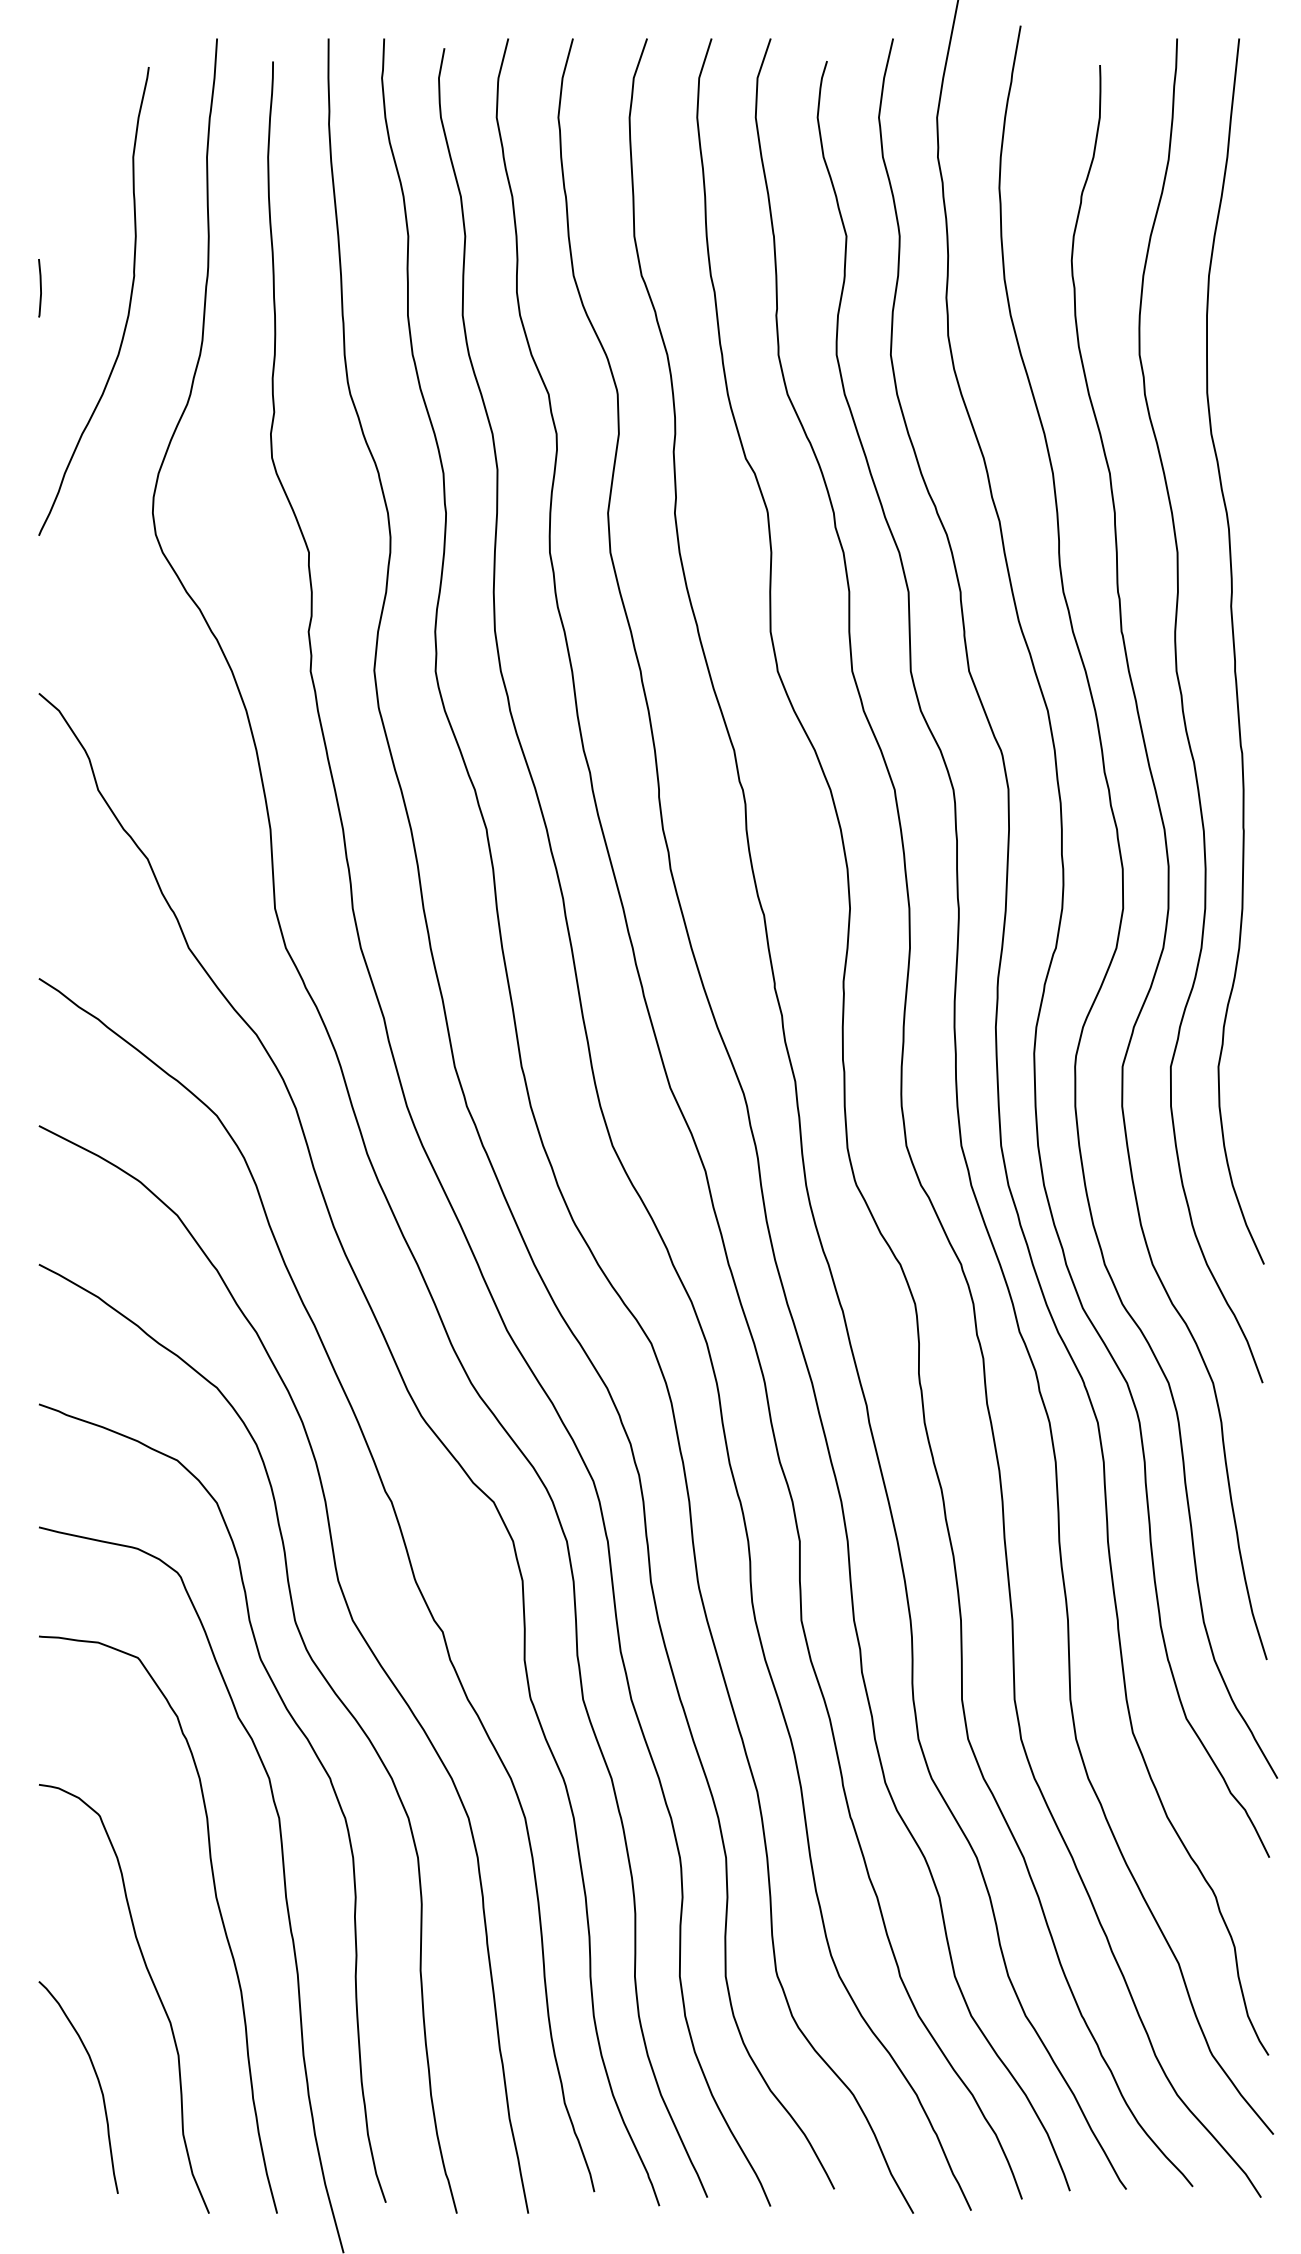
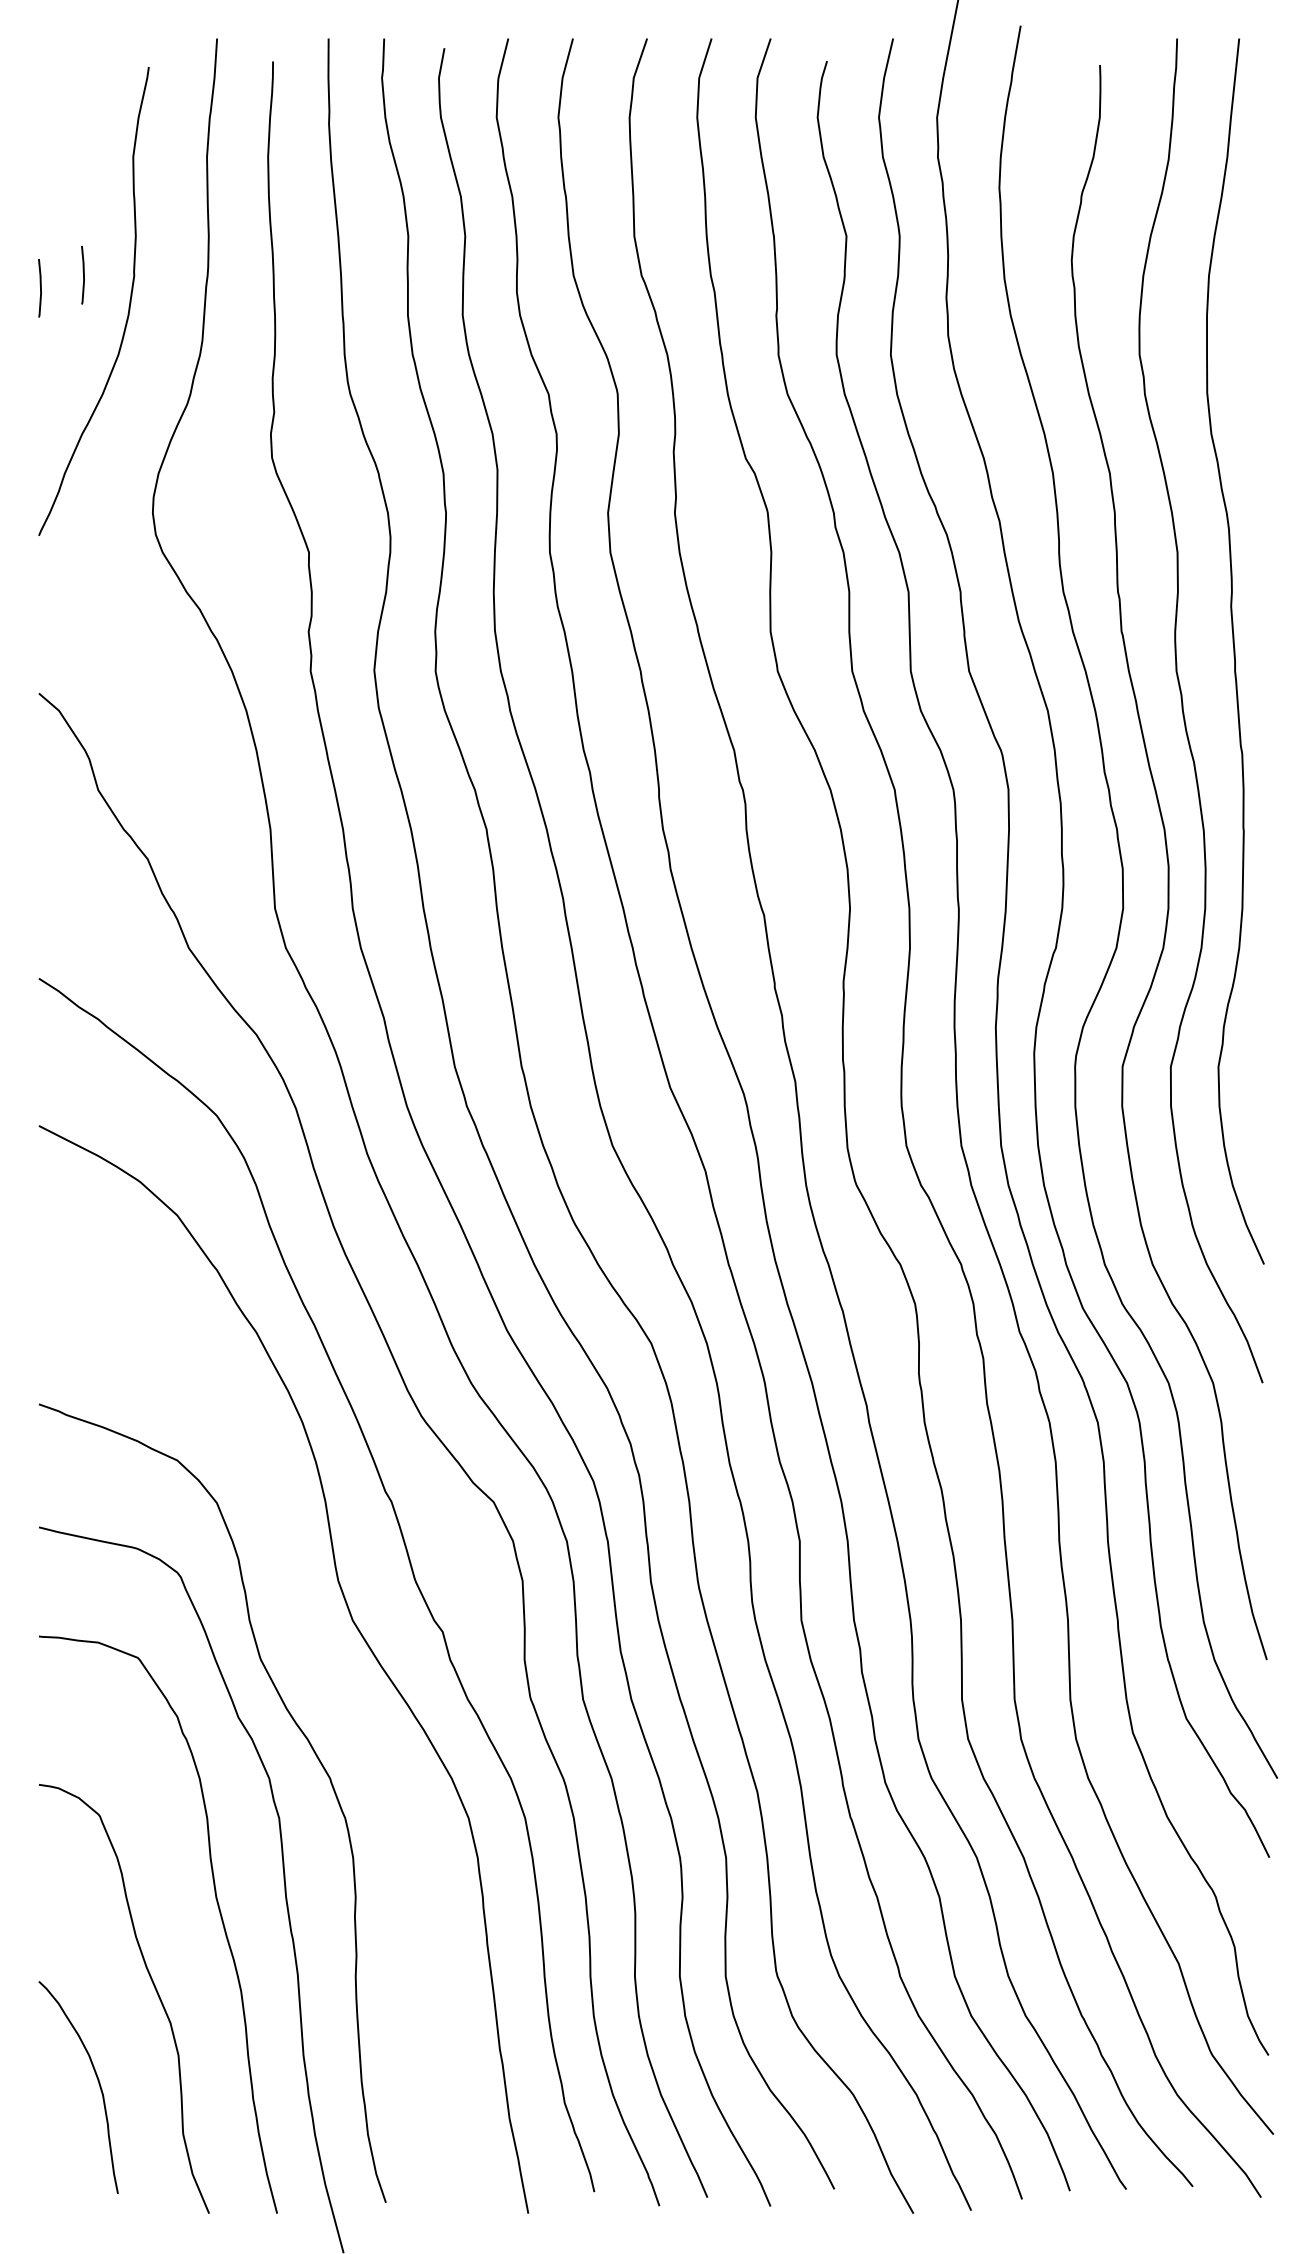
line at (83, 275): none -> present
curve at (325, 1681): present -> none
